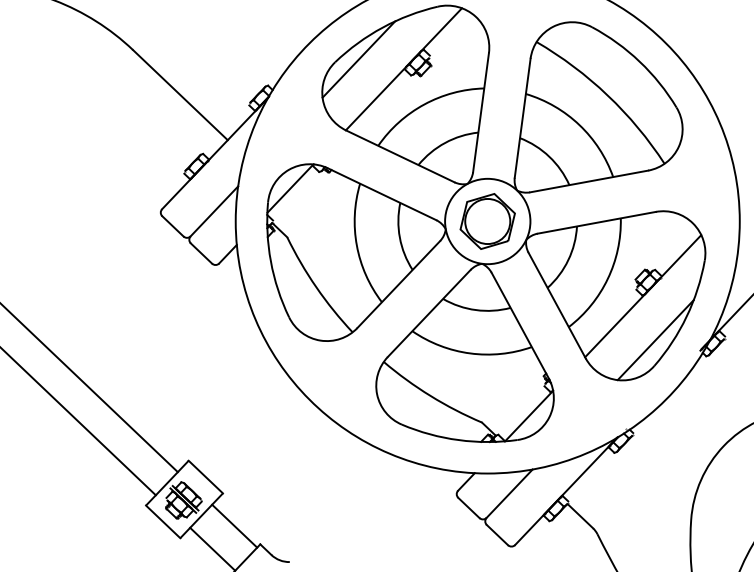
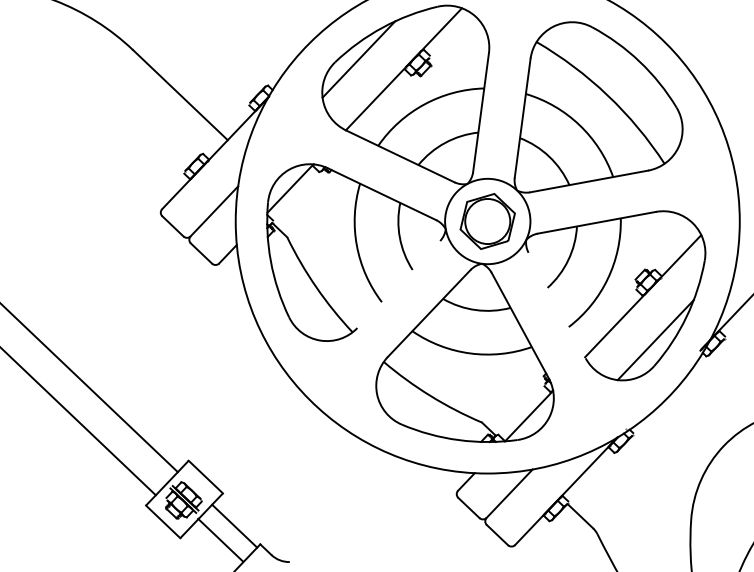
line at (398, 284): present -> none
line at (556, 305): present -> none
line at (211, 547) position: (211, 547) -> (220, 539)
